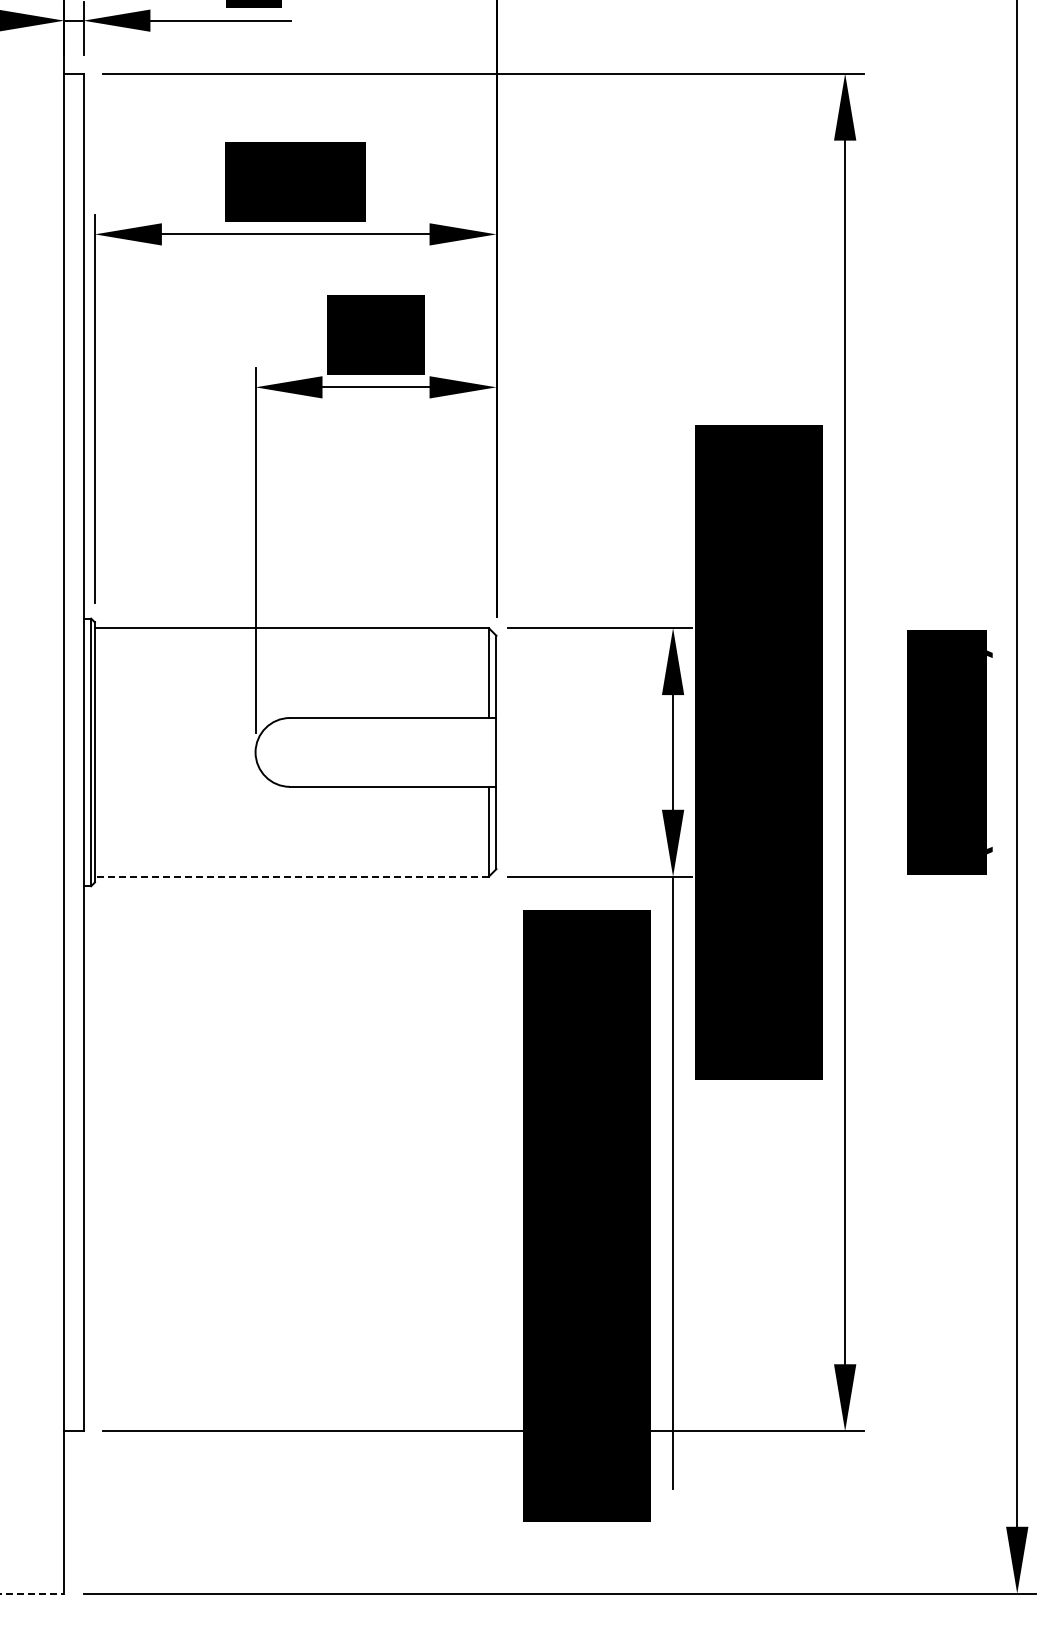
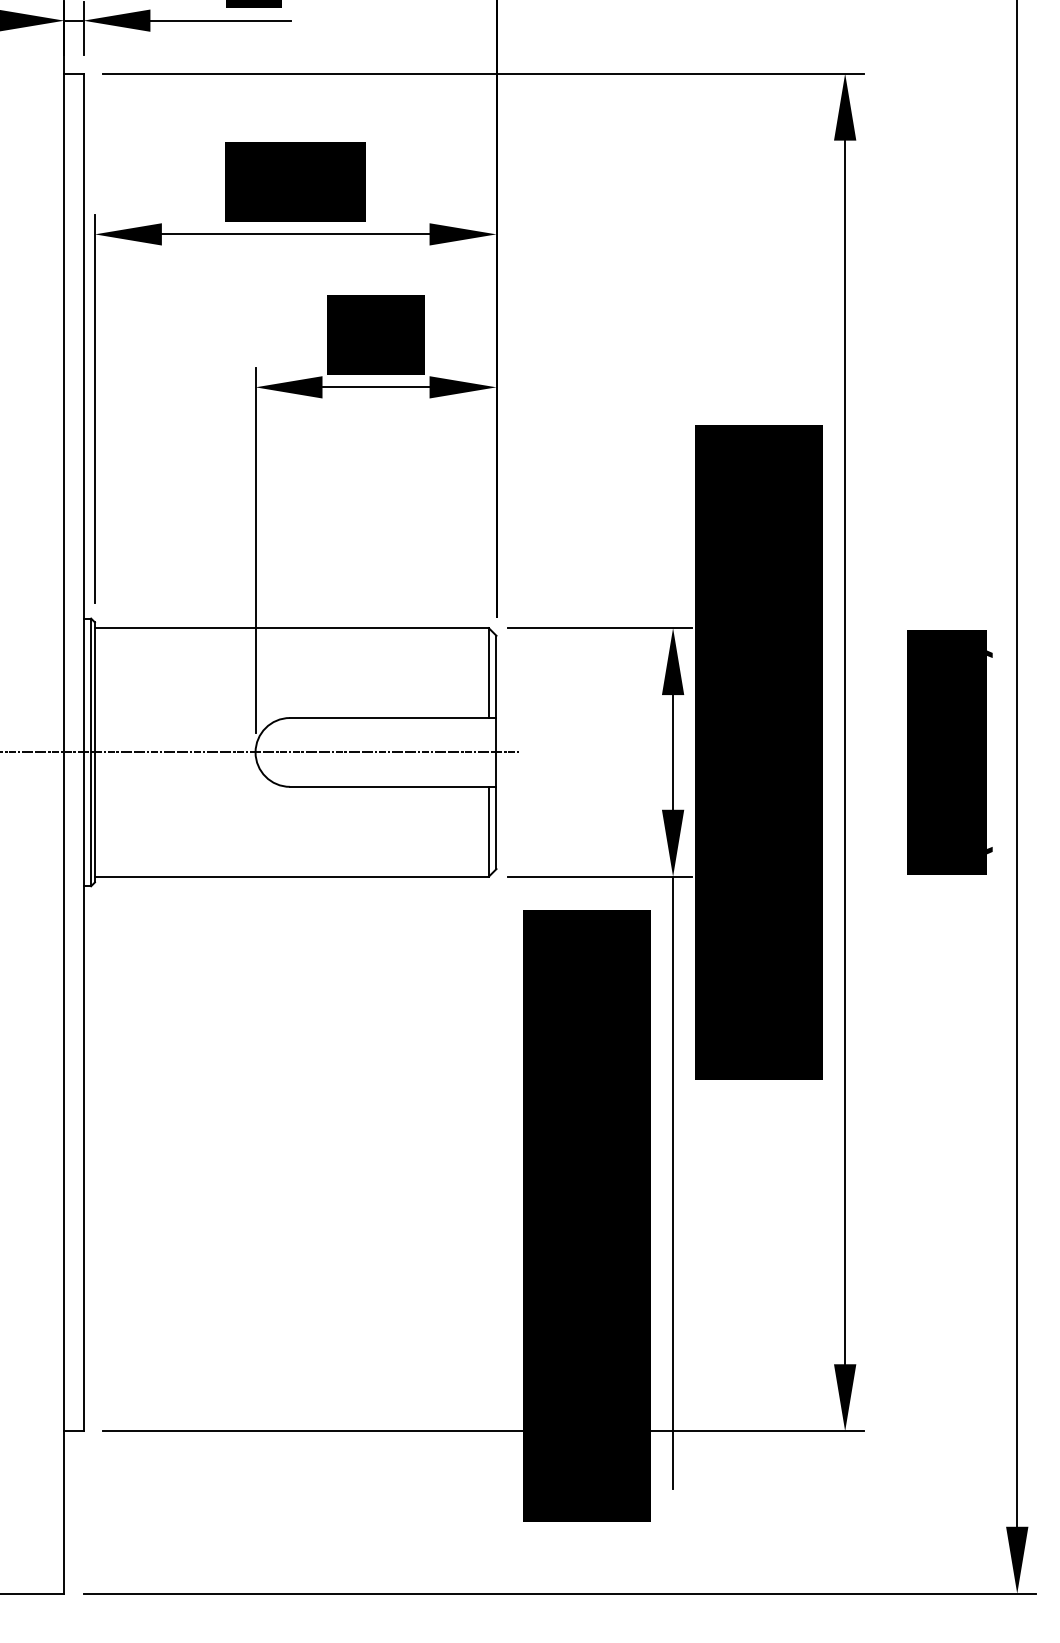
line at (260, 752): none -> present
line at (291, 876): dashed -> solid
line at (32, 1593): dashed -> solid
